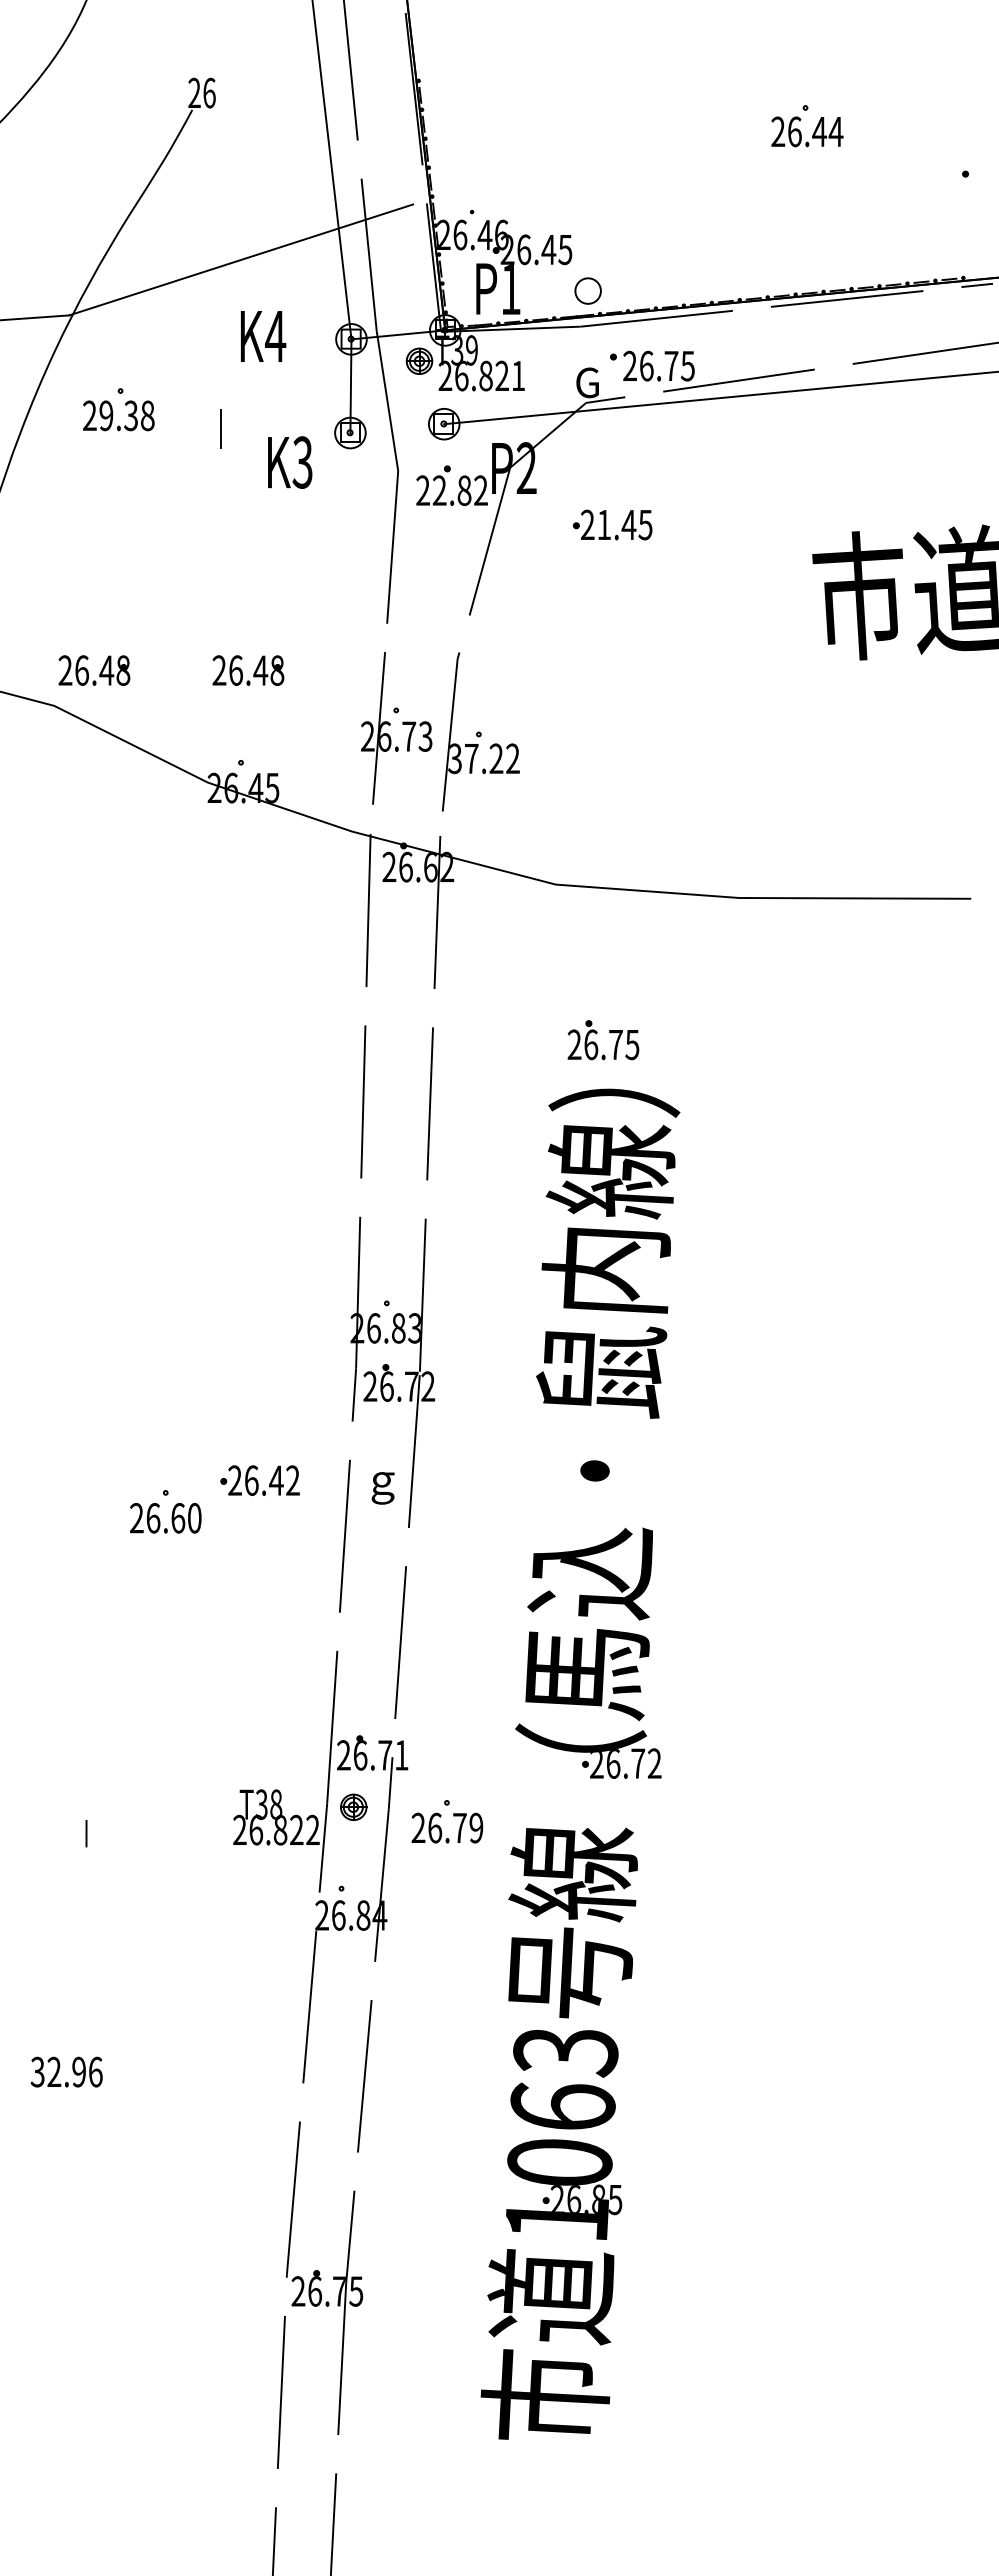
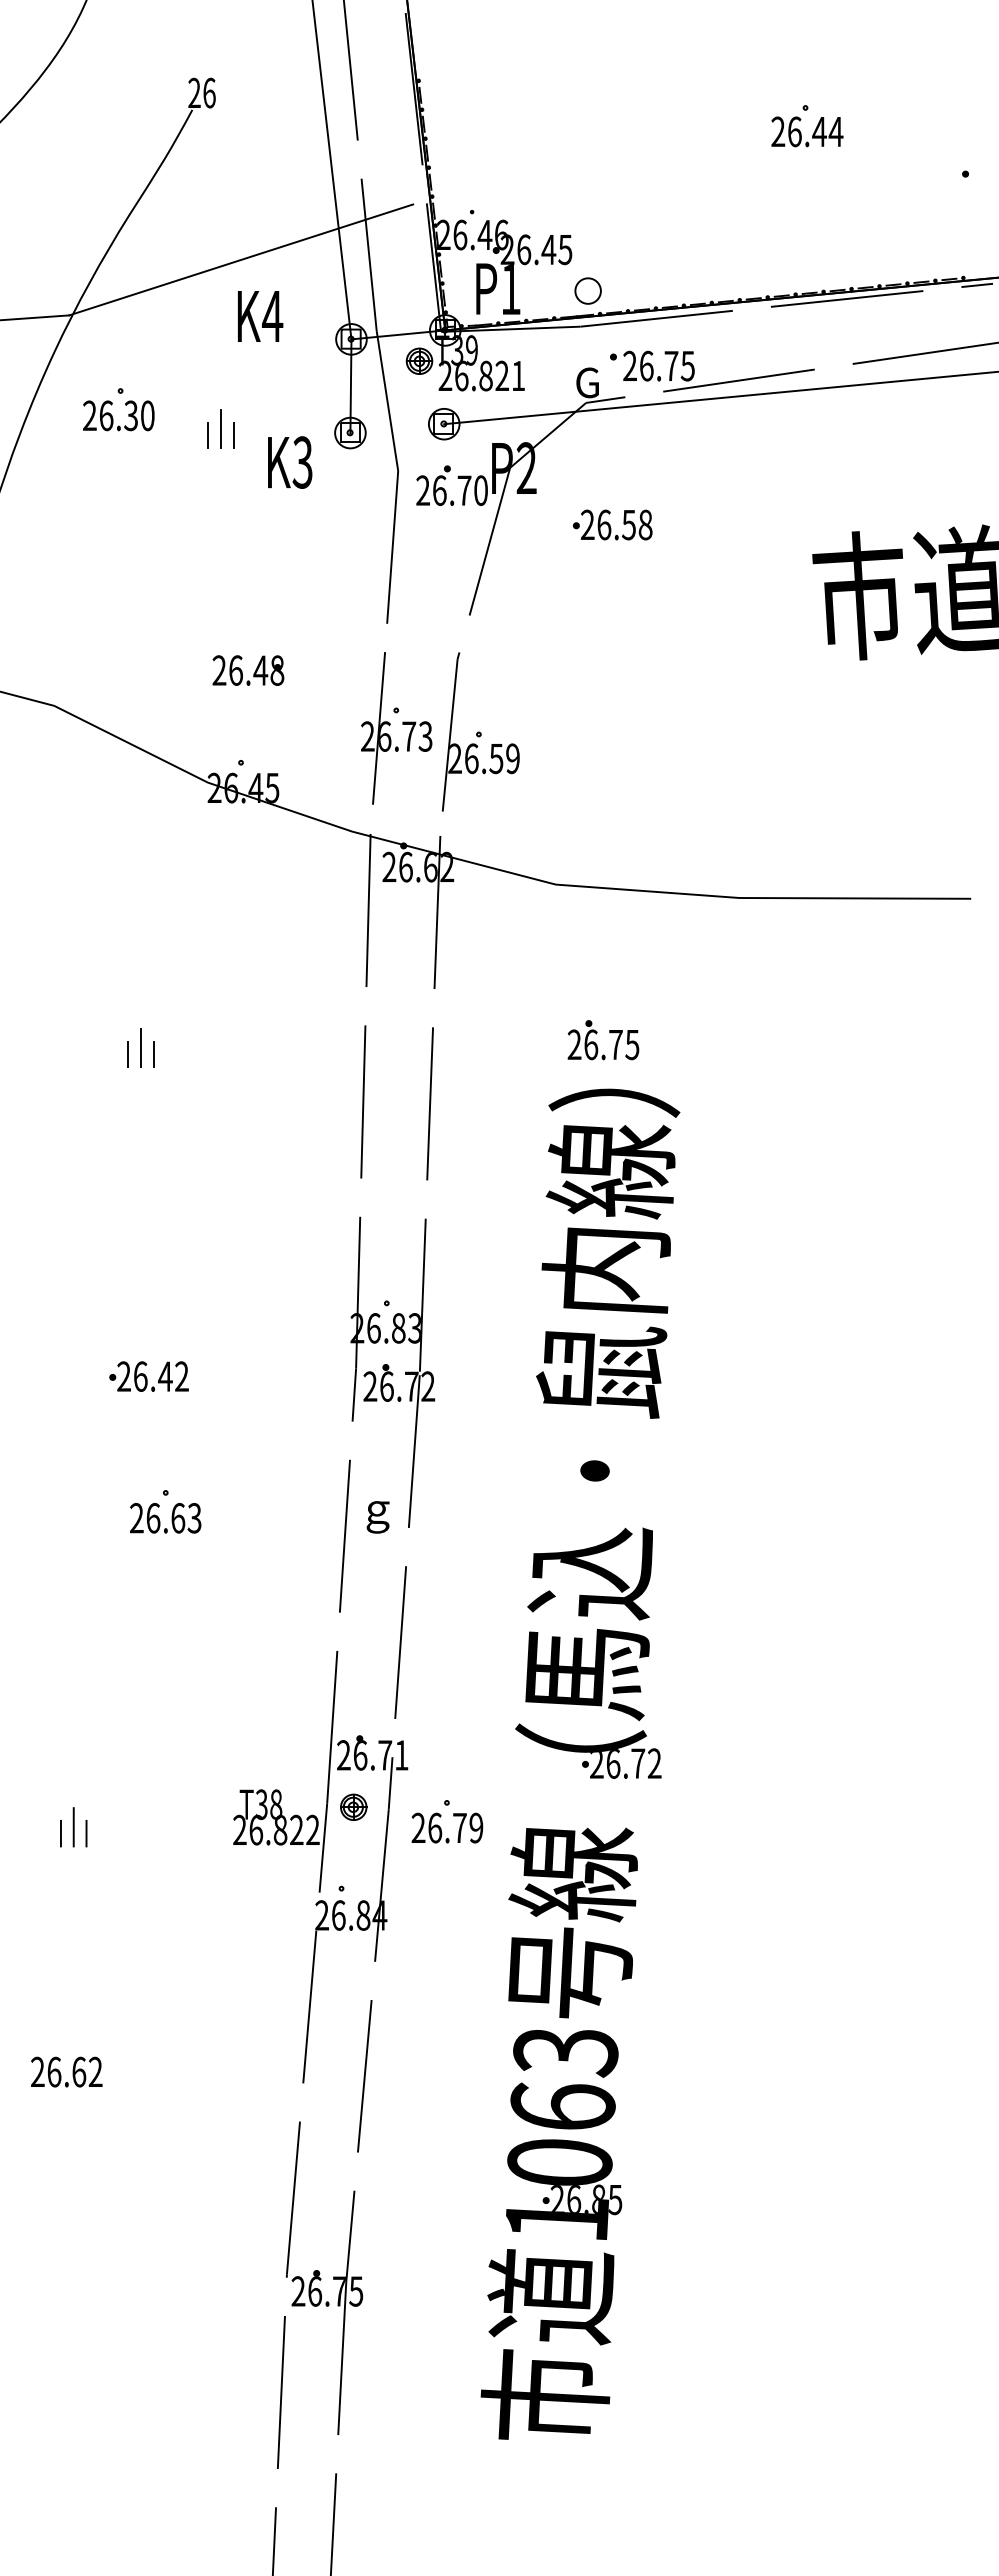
text at (263, 336) position: (263, 336) -> (260, 316)
text at (126, 415): 29.38 -> 26.30
line at (208, 435): none -> present
line at (233, 435): none -> present
text at (459, 490): 22.82 -> 26.70
text at (624, 524): 21.45 -> 26.58
part at (94, 670): present -> none
text at (483, 758): 37.22 -> 26.59
line at (141, 1047): none -> present
line at (128, 1054): none -> present
line at (153, 1054): none -> present
part at (259, 1480) position: (259, 1480) -> (148, 1376)
text at (382, 1488) position: (382, 1488) -> (377, 1517)
text at (194, 1518): 26.60 -> 26.63
line at (73, 1827): none -> present
line at (60, 1833): none -> present
text at (66, 2071): 32.96 -> 26.62
